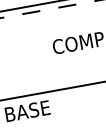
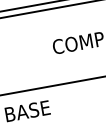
line at (51, 9): dashed -> solid
line at (52, 91) position: (52, 91) -> (52, 85)
